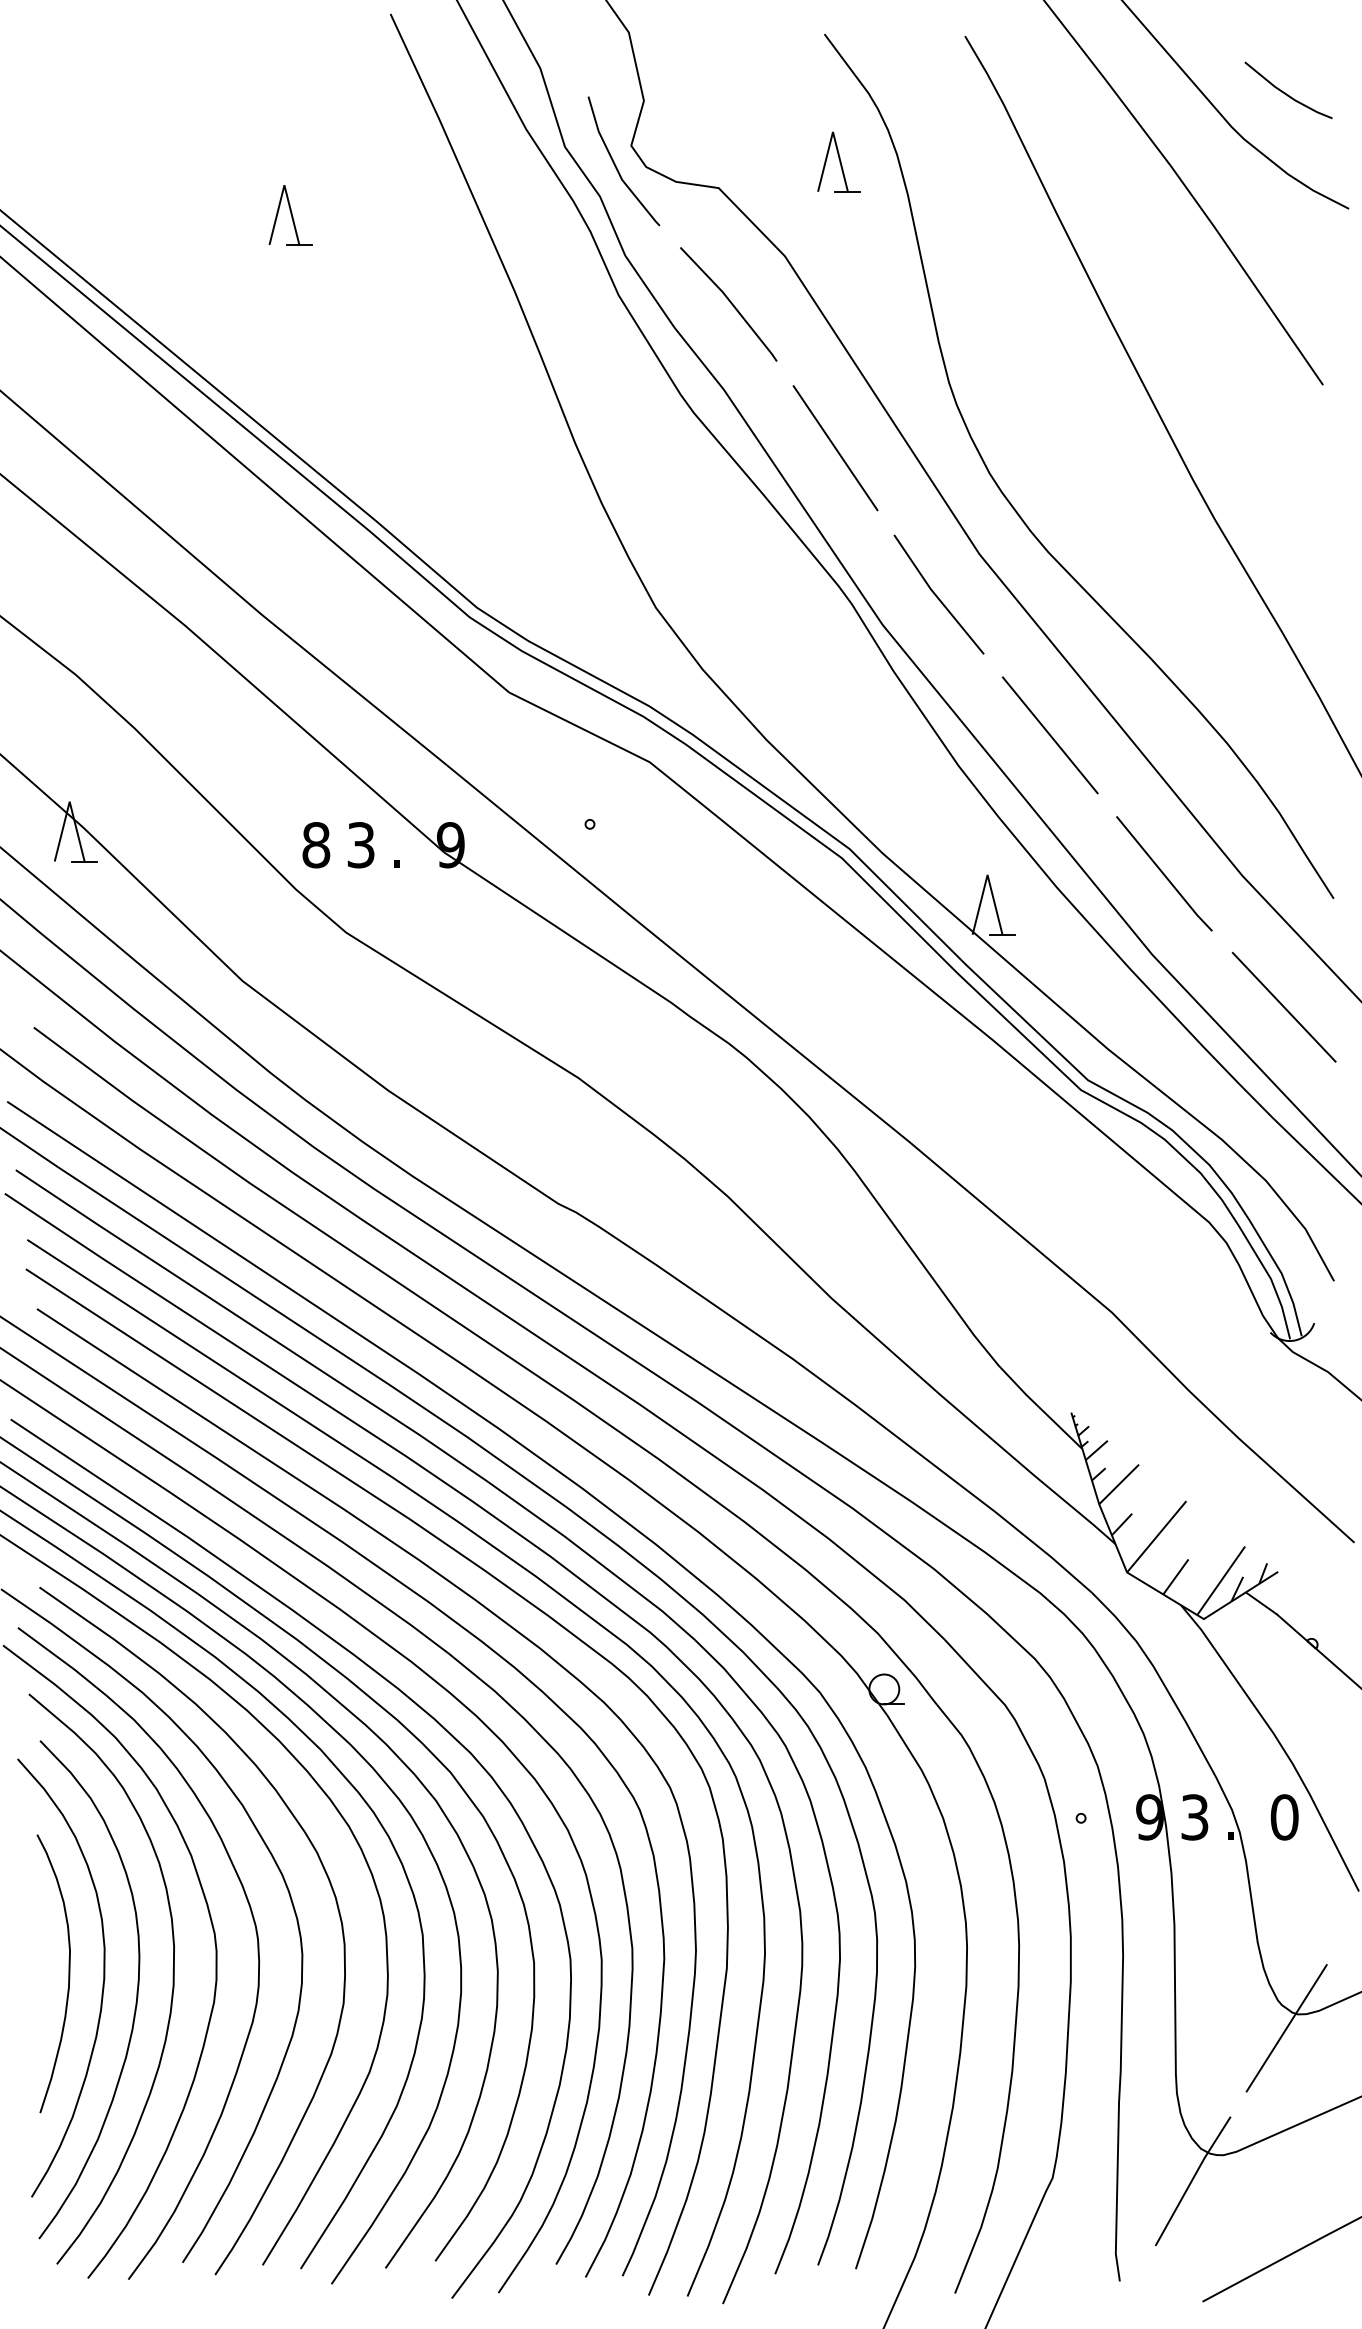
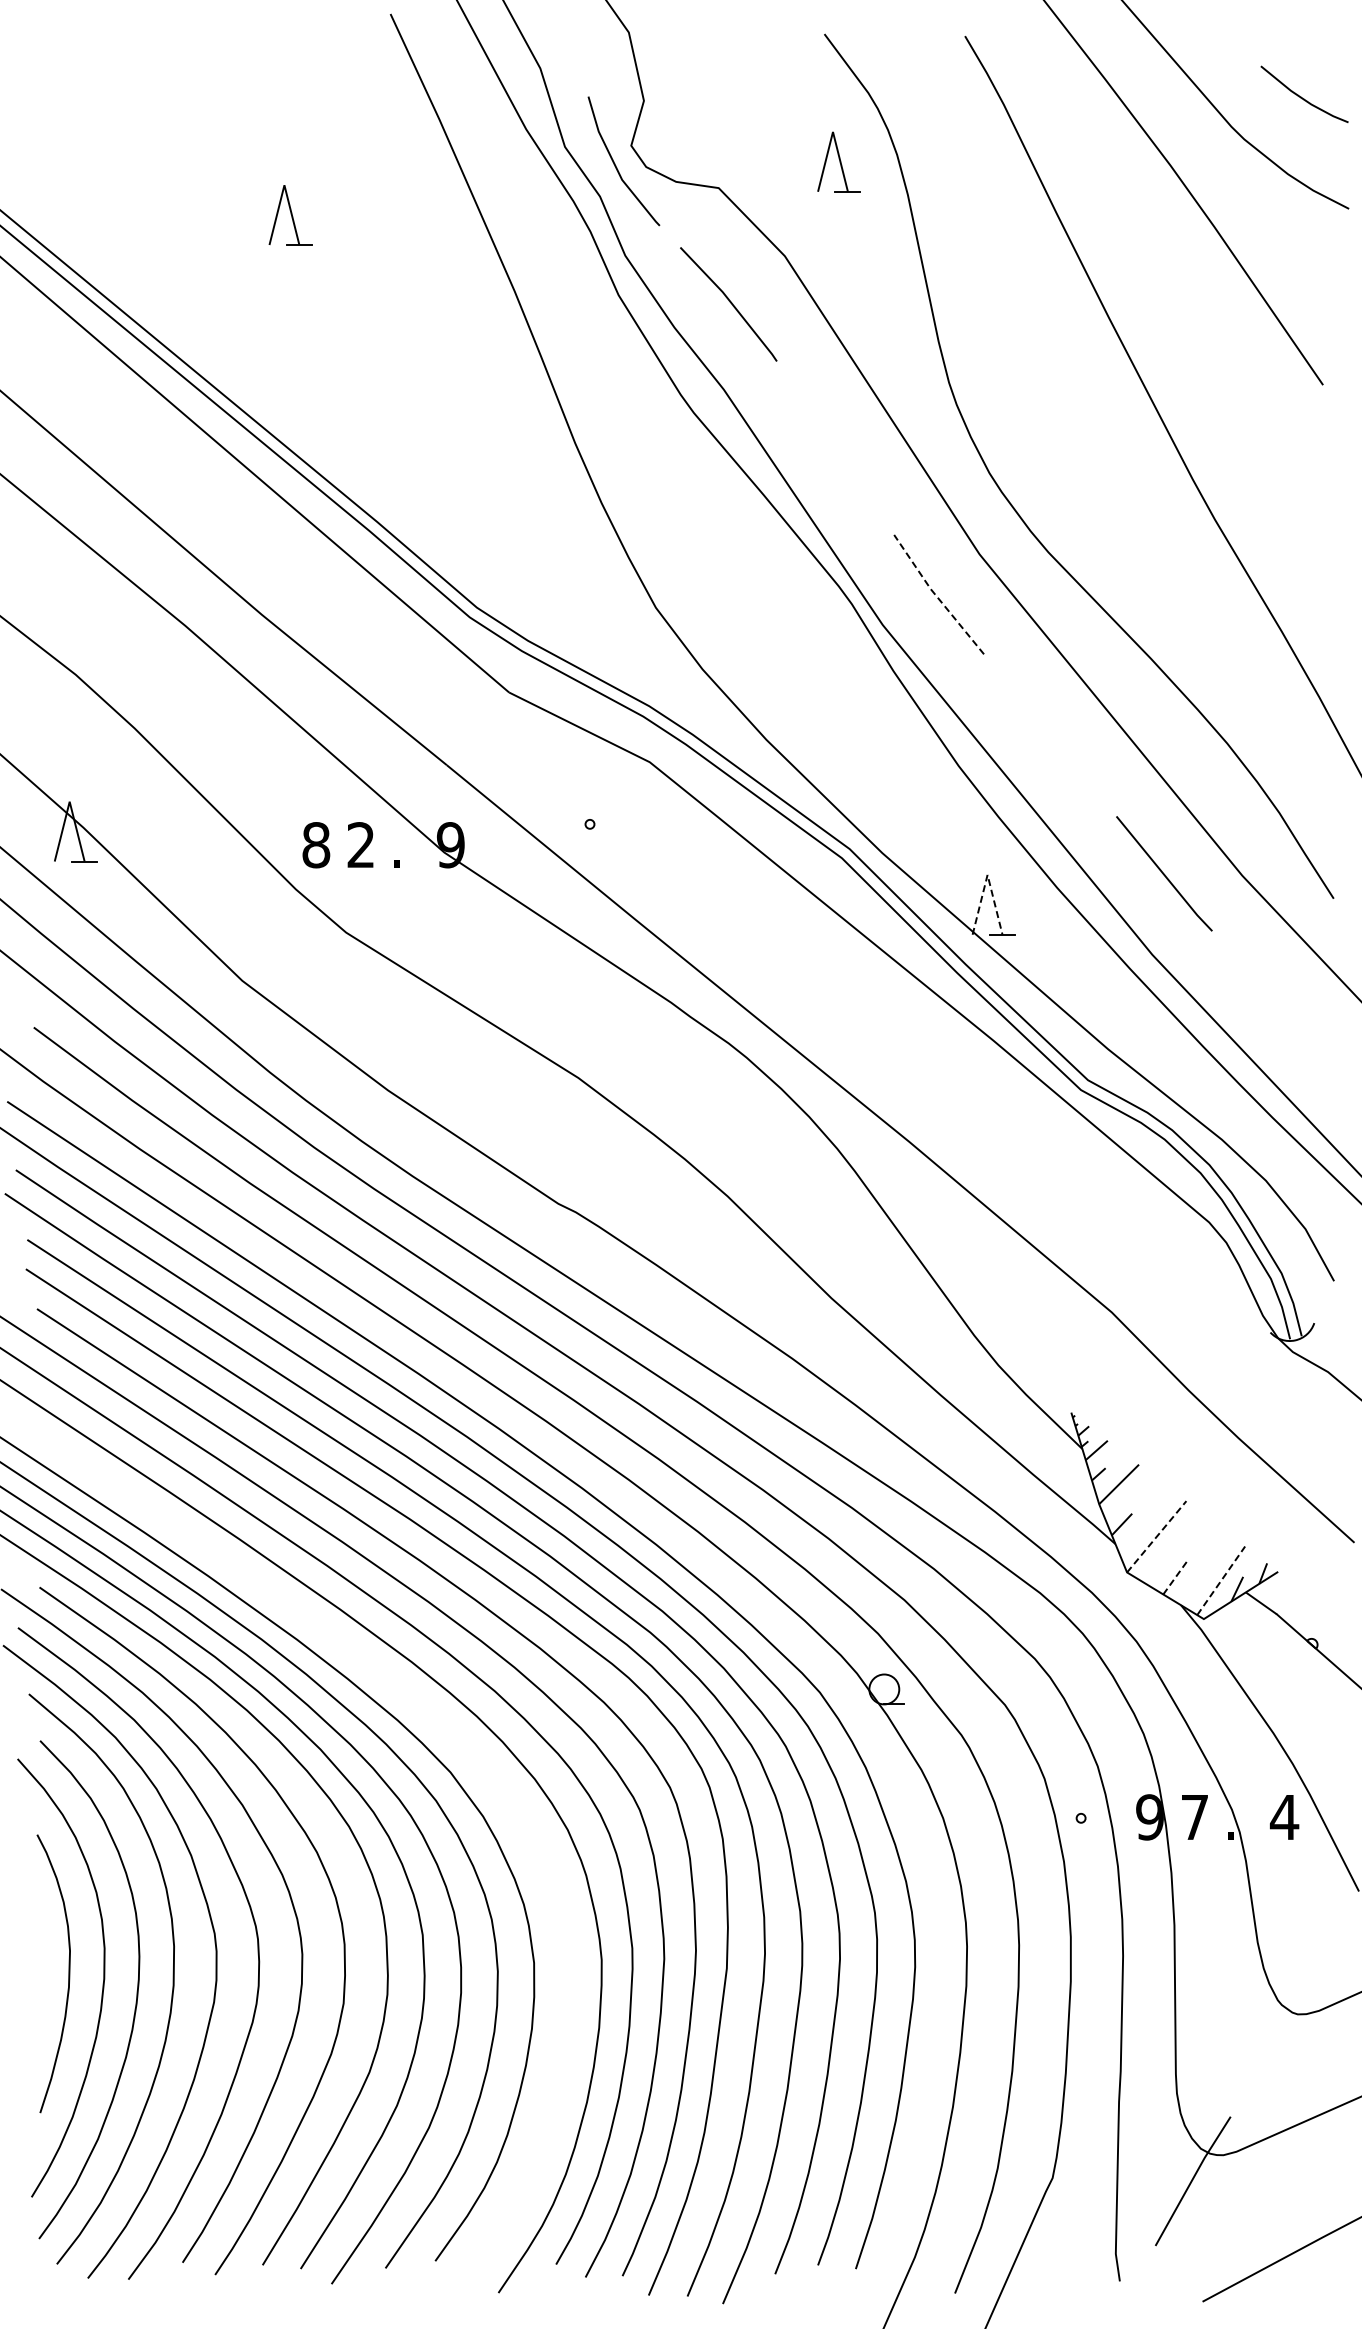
line at (1285, 92) position: (1285, 92) -> (1301, 96)
line at (835, 448): present -> none
line at (936, 596): solid -> dashed
line at (1049, 735): present -> none
text at (360, 845): 3 -> 2
line at (987, 874): solid -> dashed
line at (1283, 1006): present -> none
line at (1157, 1536): solid -> dashed
line at (1175, 1576): solid -> dashed
line at (1221, 1580): solid -> dashed
curve at (417, 1706): present -> none
text at (1194, 1817): 3 -> 7
text at (1284, 1817): 0 -> 4
line at (1286, 2028): present -> none
